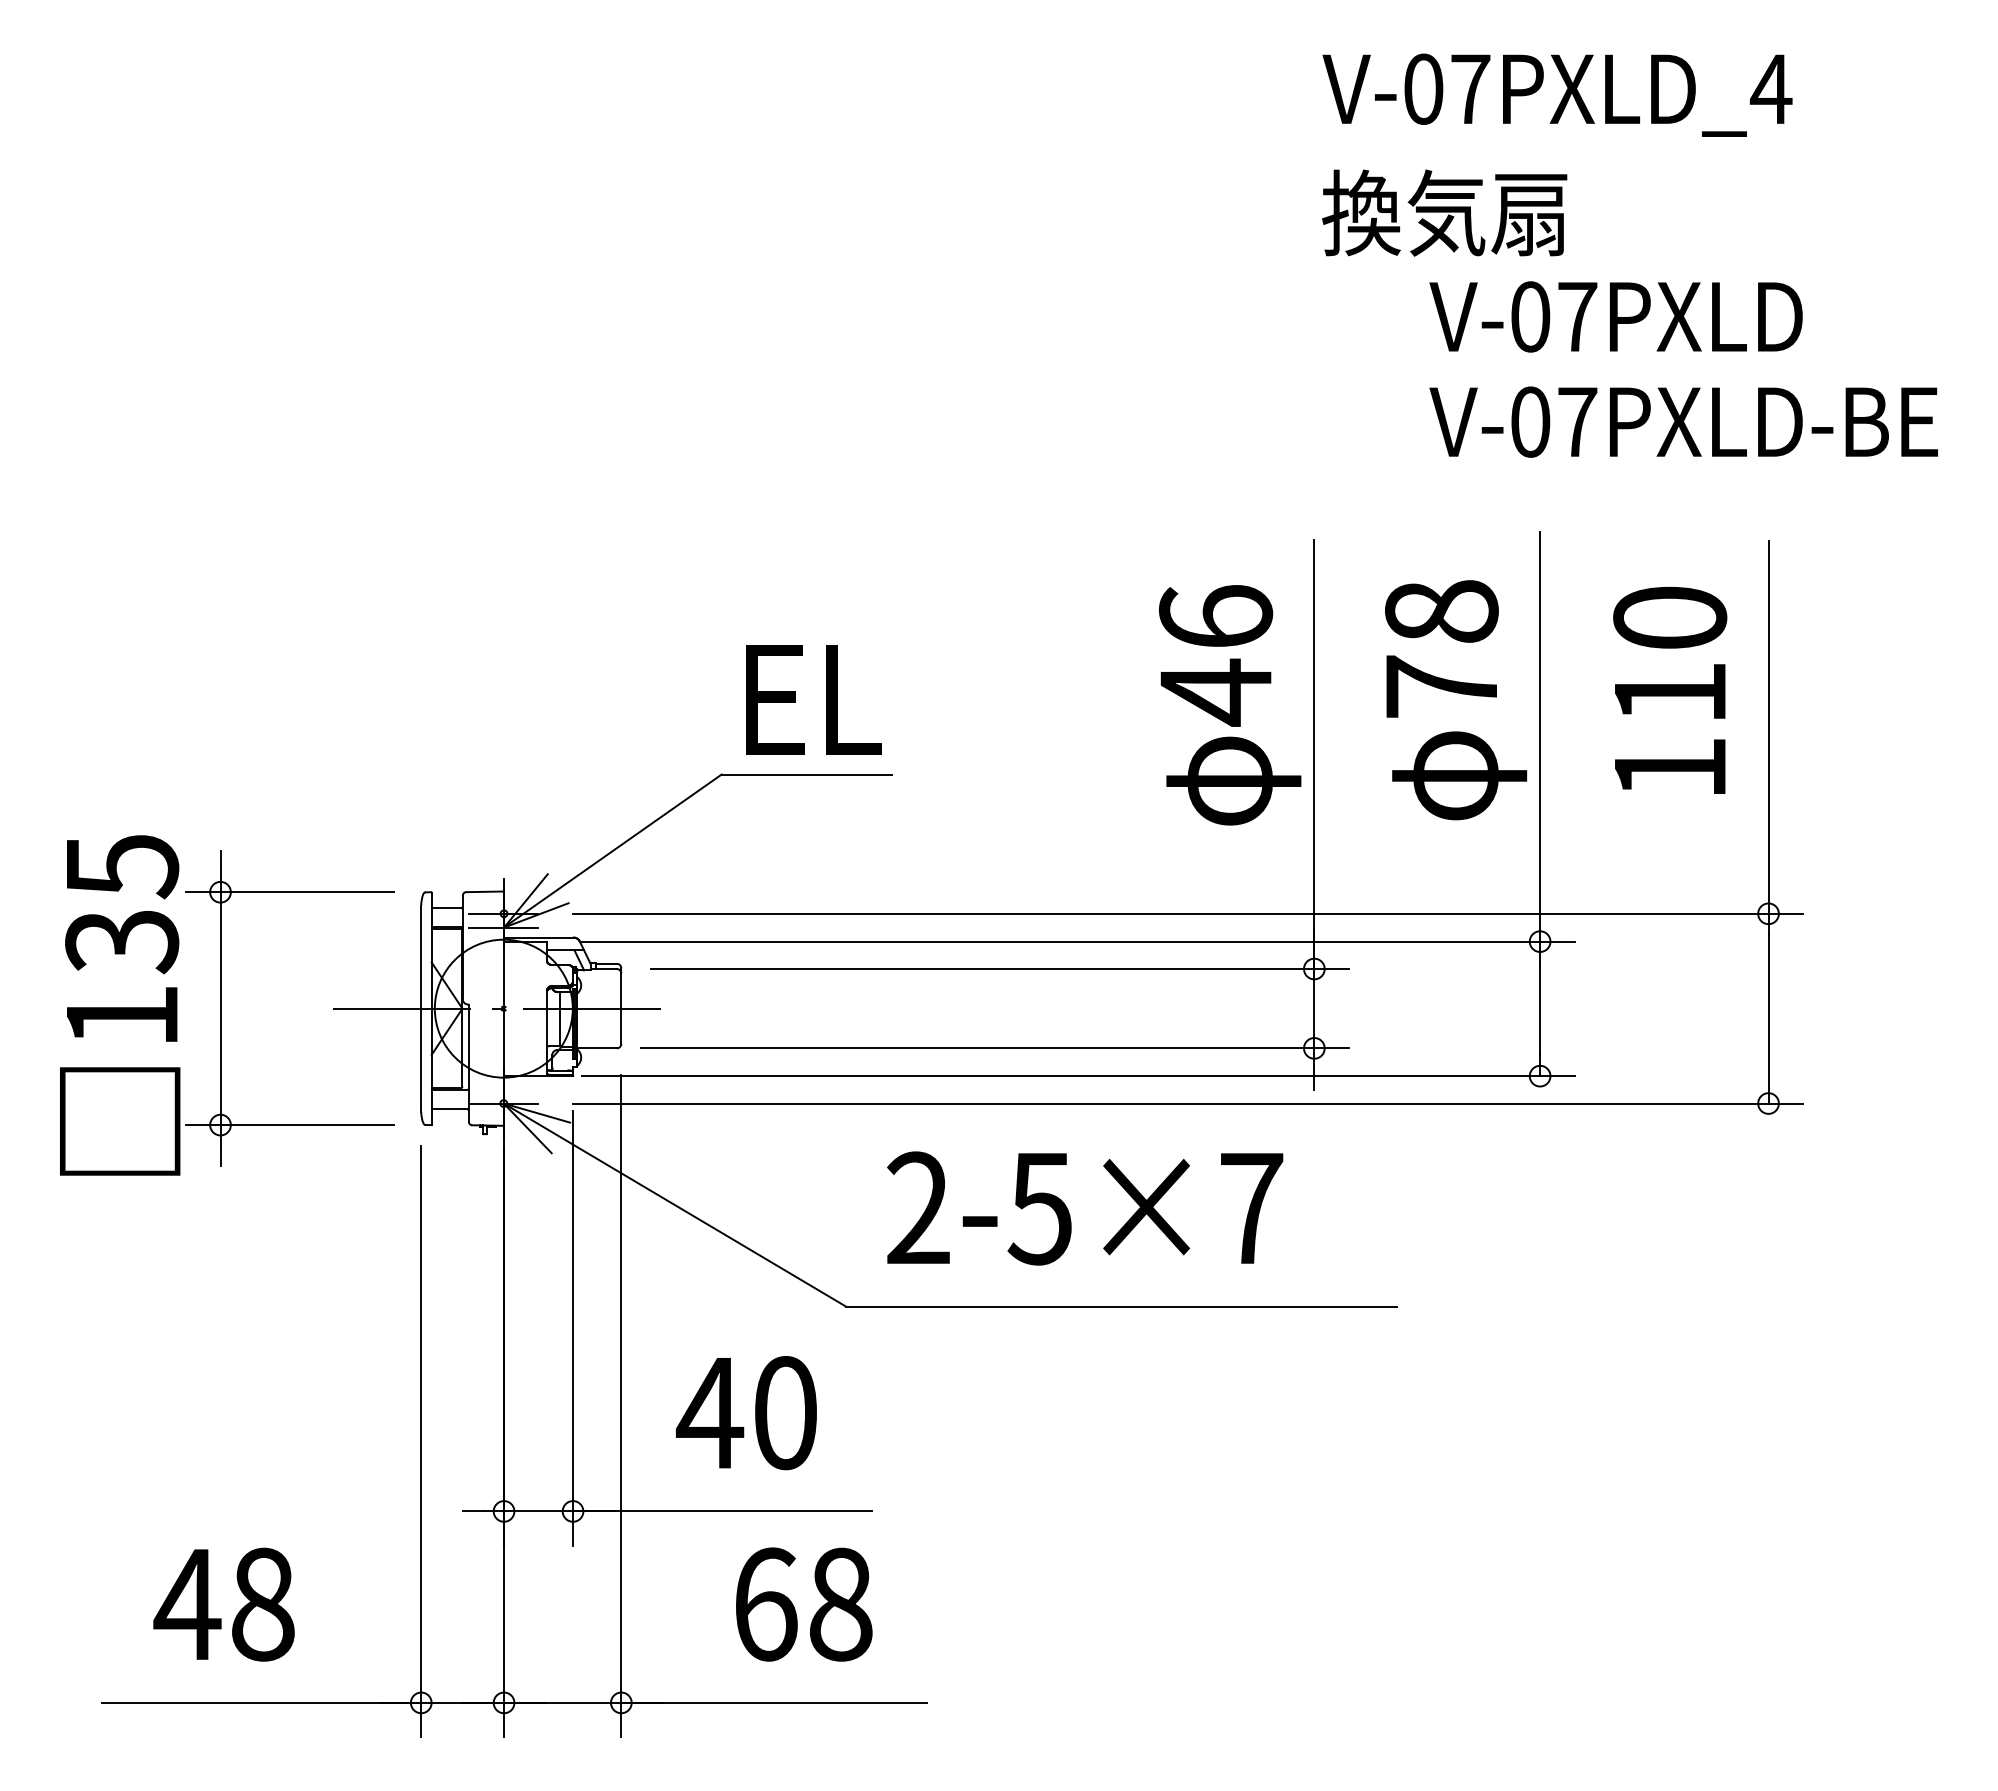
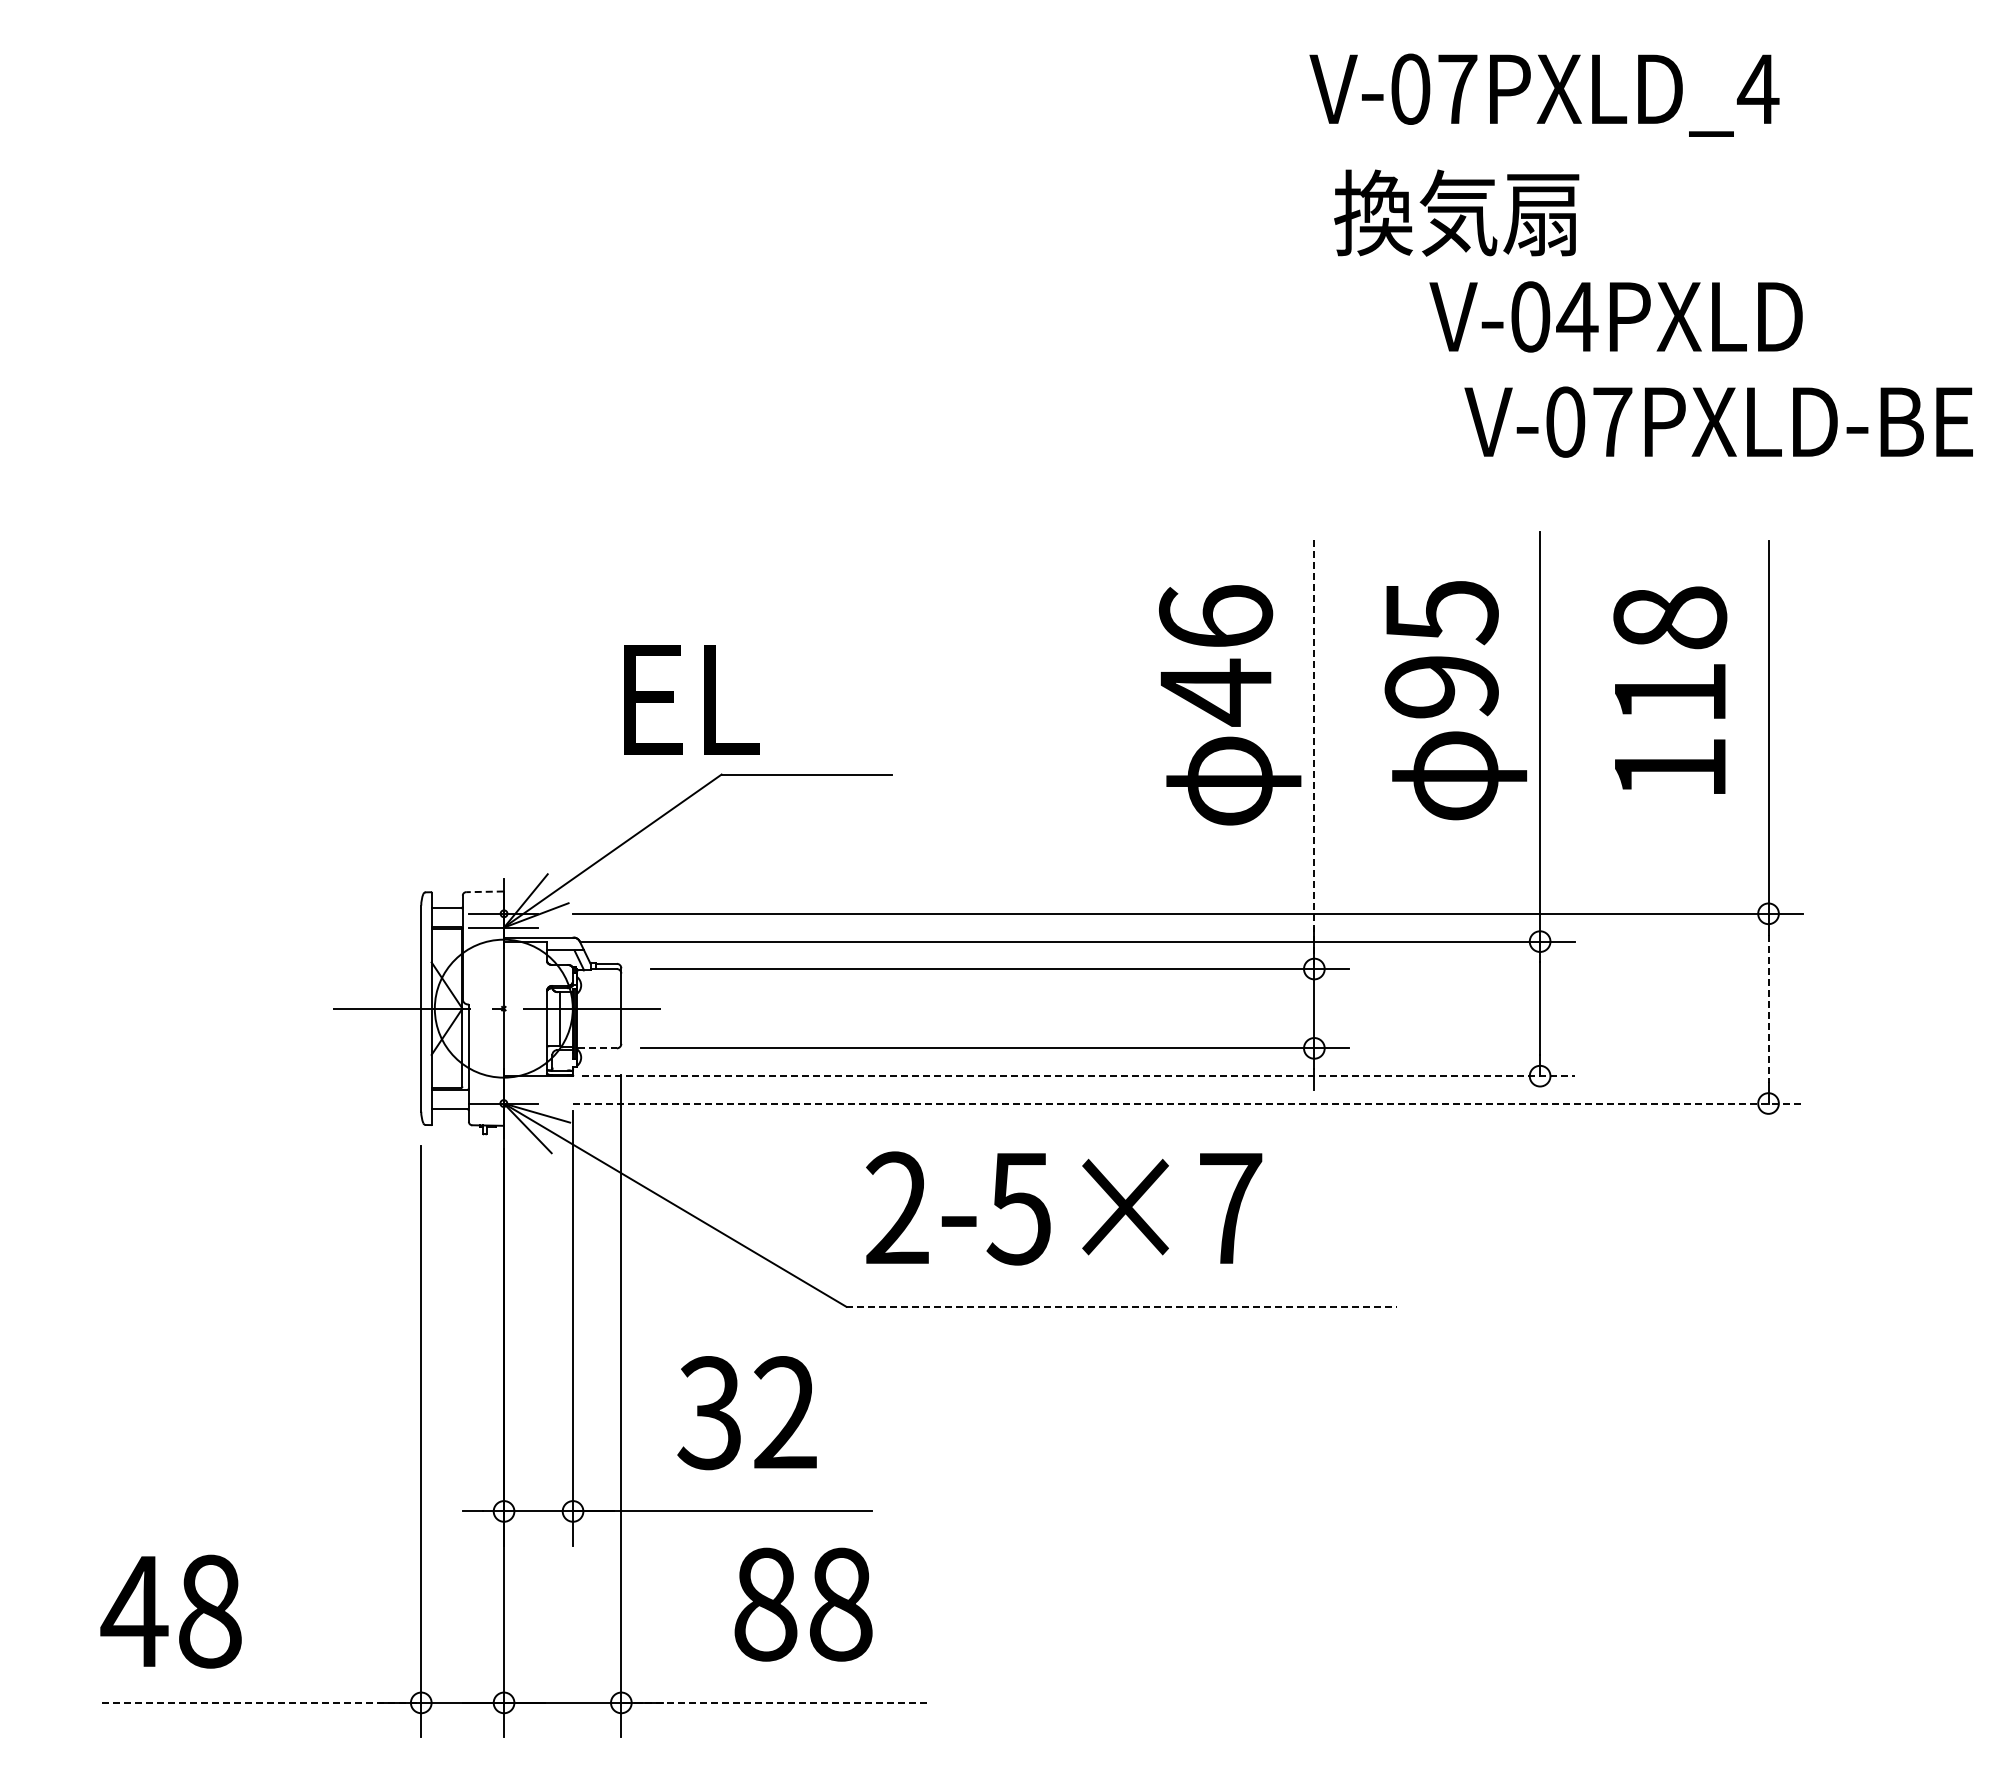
text at (1557, 94) position: (1557, 94) -> (1544, 94)
text at (1444, 212) position: (1444, 212) -> (1456, 212)
text at (1577, 316): V-07PXLD -> V-04PXLD
text at (1683, 421) position: (1683, 421) -> (1718, 421)
text at (1670, 617): 110 -> 118
text at (1441, 649): 78 -> 95
text at (813, 699) position: (813, 699) -> (691, 699)
line at (1314, 754): solid -> dashed
line at (484, 891): solid -> dashed
part at (227, 1005): present -> none
line at (1768, 1009): solid -> dashed
line at (597, 1048): solid -> dashed
line at (1078, 1076): solid -> dashed
line at (1188, 1103): solid -> dashed
text at (1085, 1208) position: (1085, 1208) -> (1064, 1208)
line at (1122, 1306): solid -> dashed
text at (745, 1413): 40 -> 32
text at (223, 1604) position: (223, 1604) -> (170, 1611)
text at (765, 1604): 68 -> 88
line at (262, 1702): solid -> dashed
line at (774, 1702): solid -> dashed
